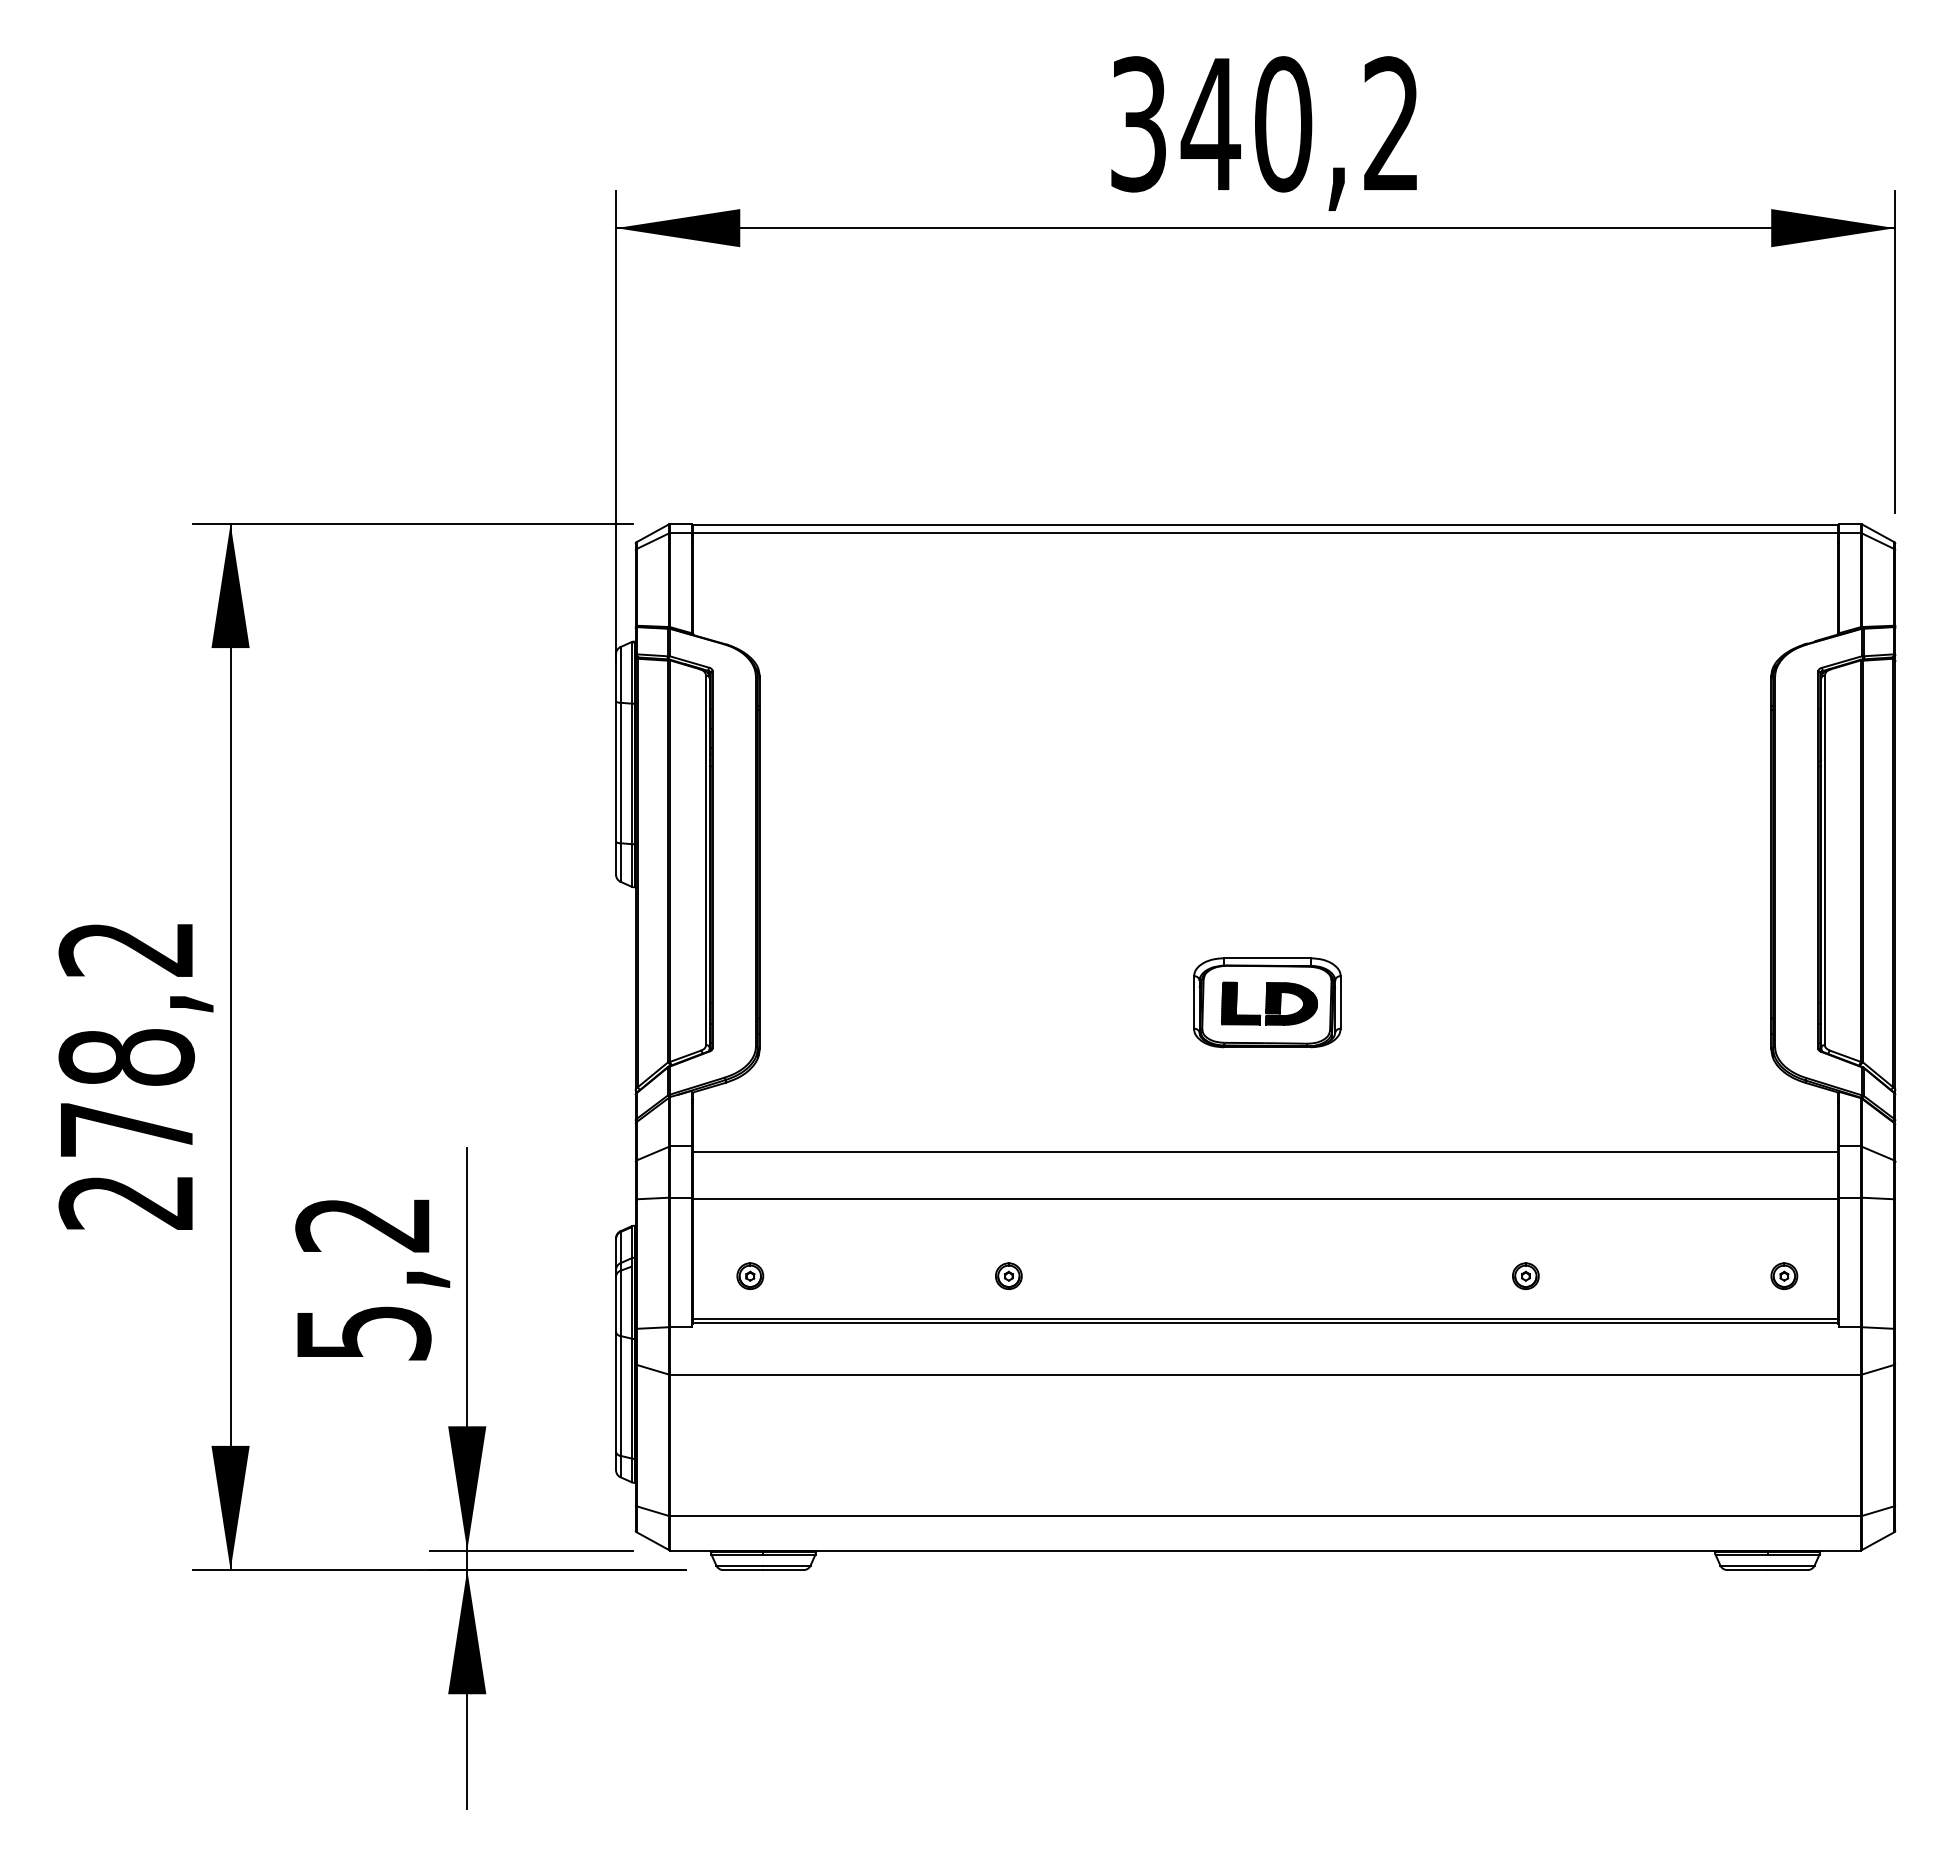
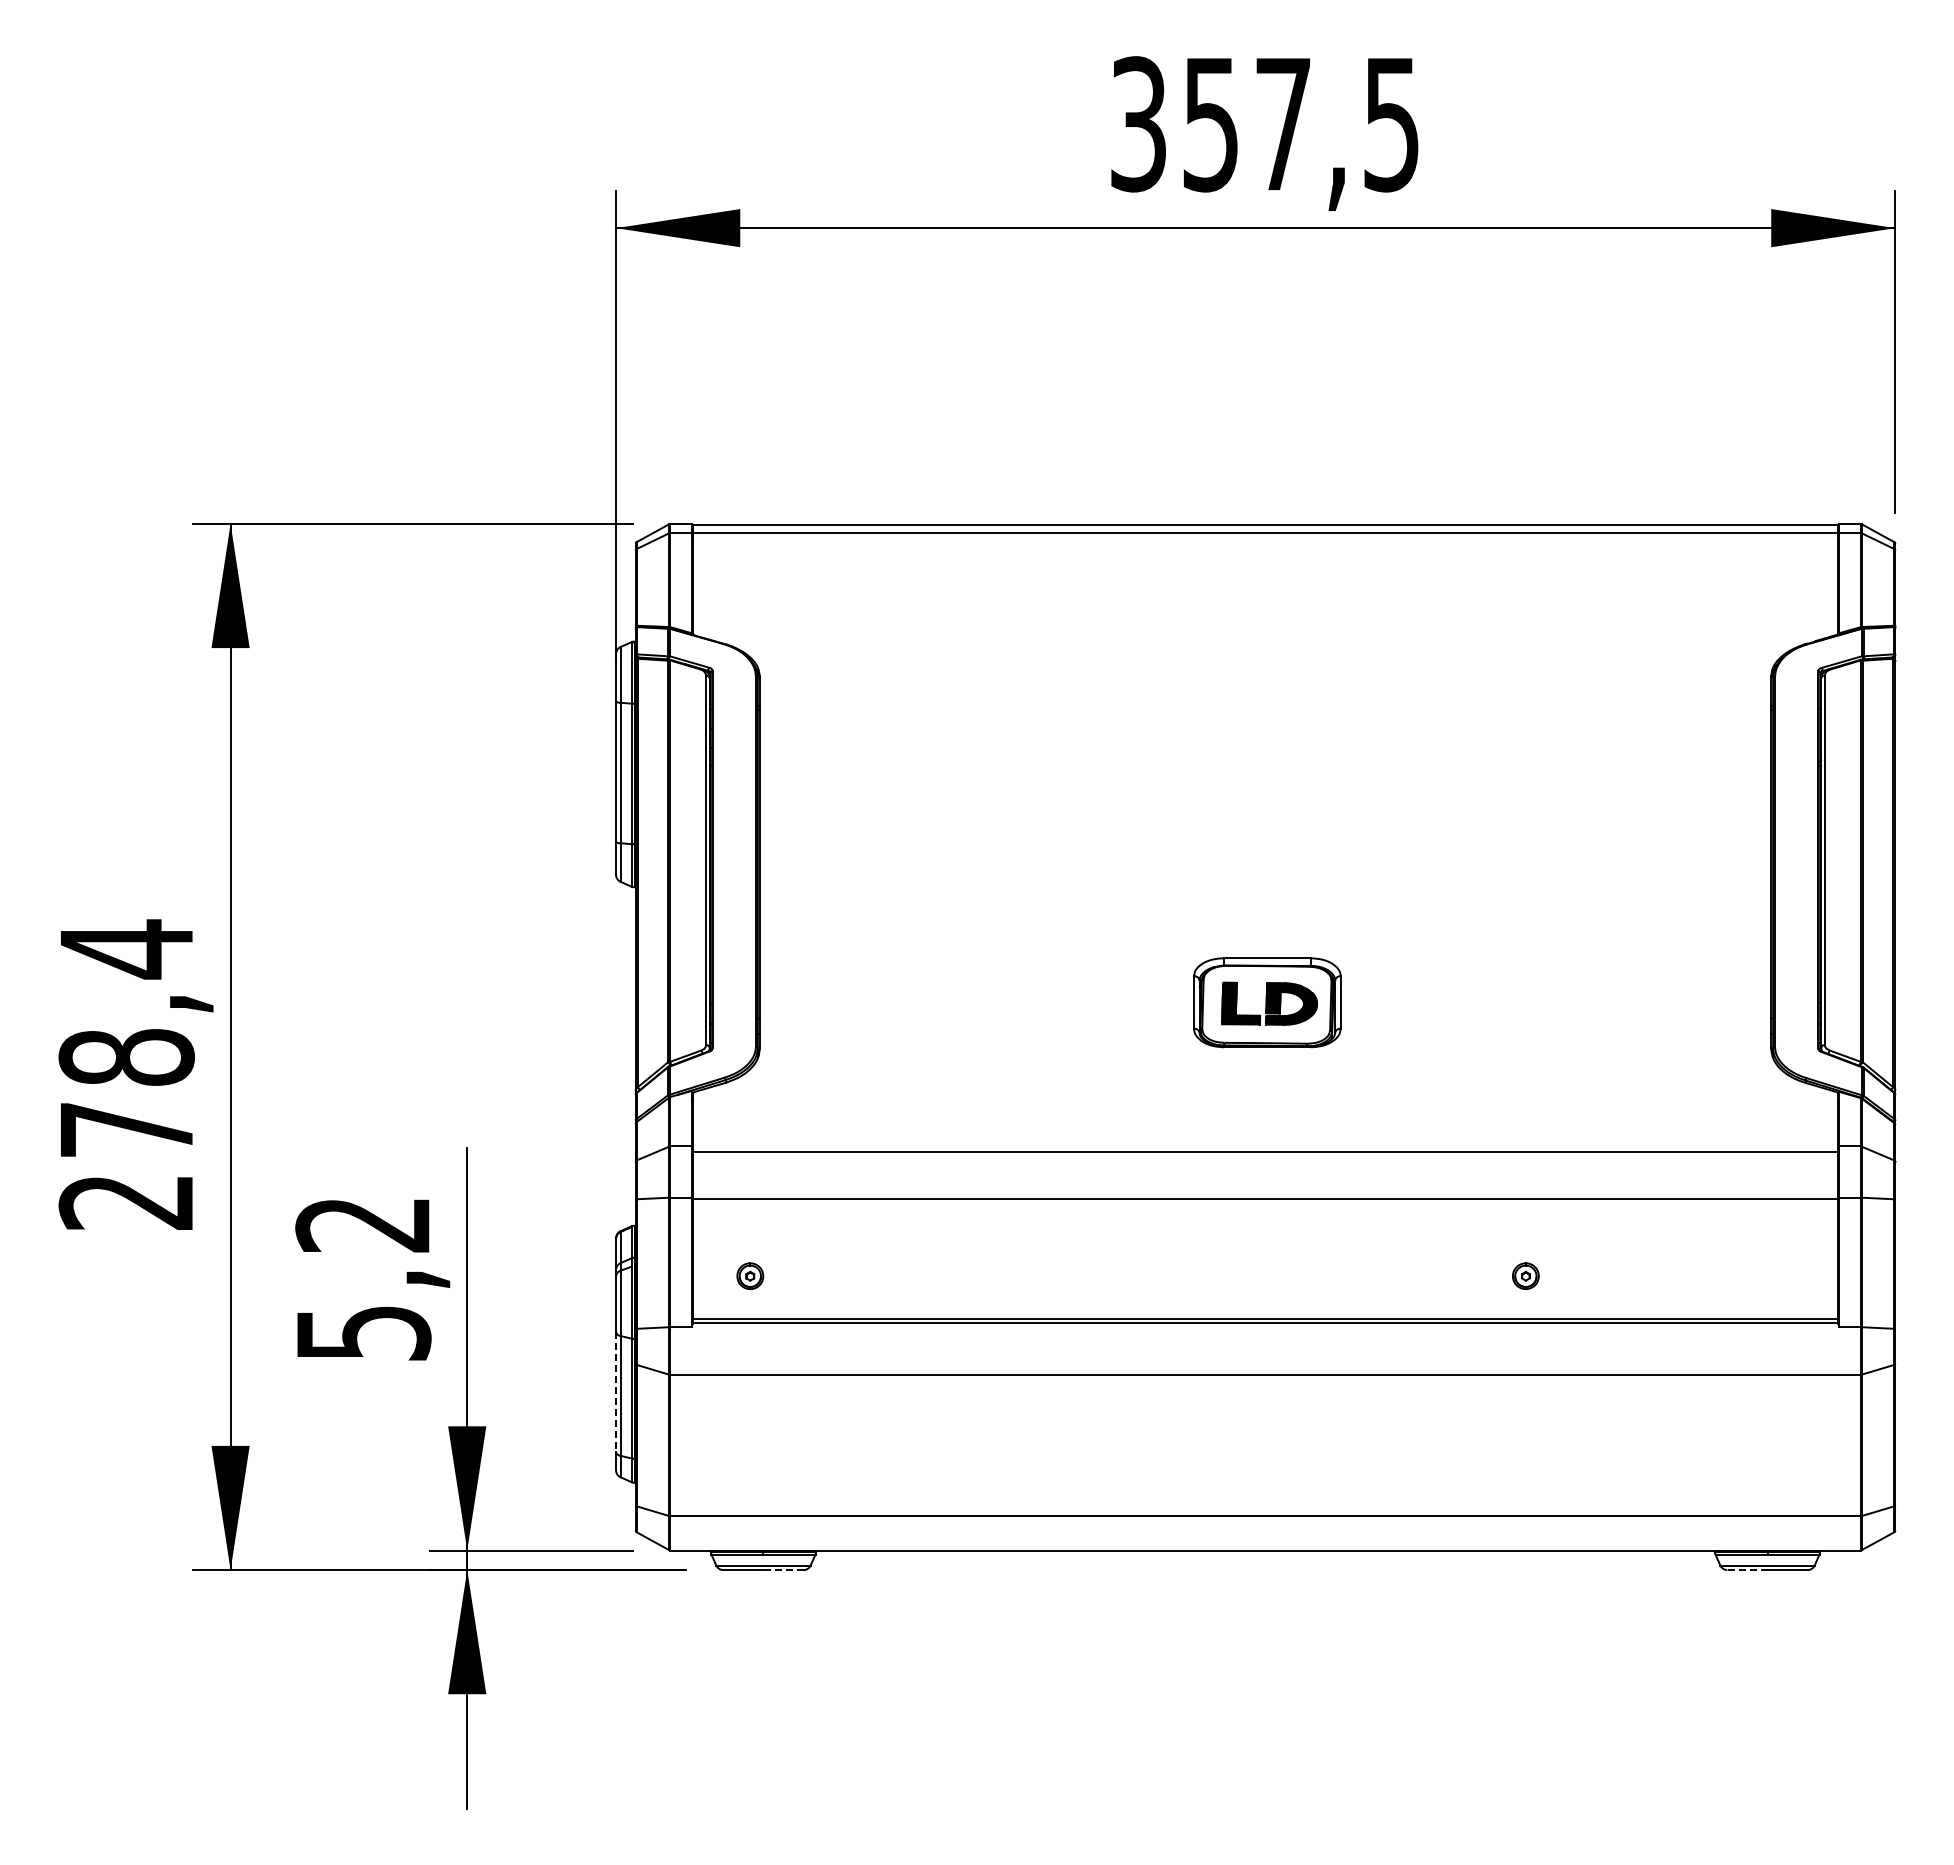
text at (1299, 124): 340,2 -> 357,5
text at (125, 949): 278,2 -> 278,4
part at (1008, 1275): present -> none
part at (1784, 1275): present -> none
line at (616, 1392): solid -> dashed
line at (783, 1570): solid -> dashed
line at (1746, 1570): solid -> dashed
